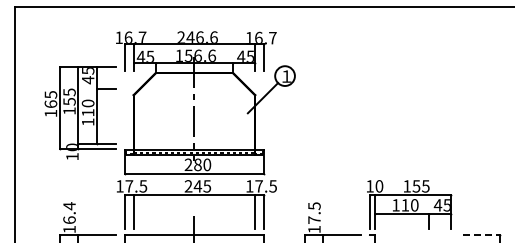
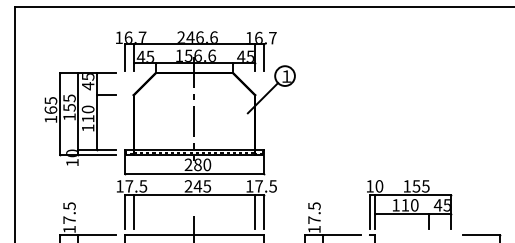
part at (80, 112) position: (80, 112) -> (80, 118)
text at (69, 212): 16.4 -> 17.5
line at (481, 235): dashed -> solid
